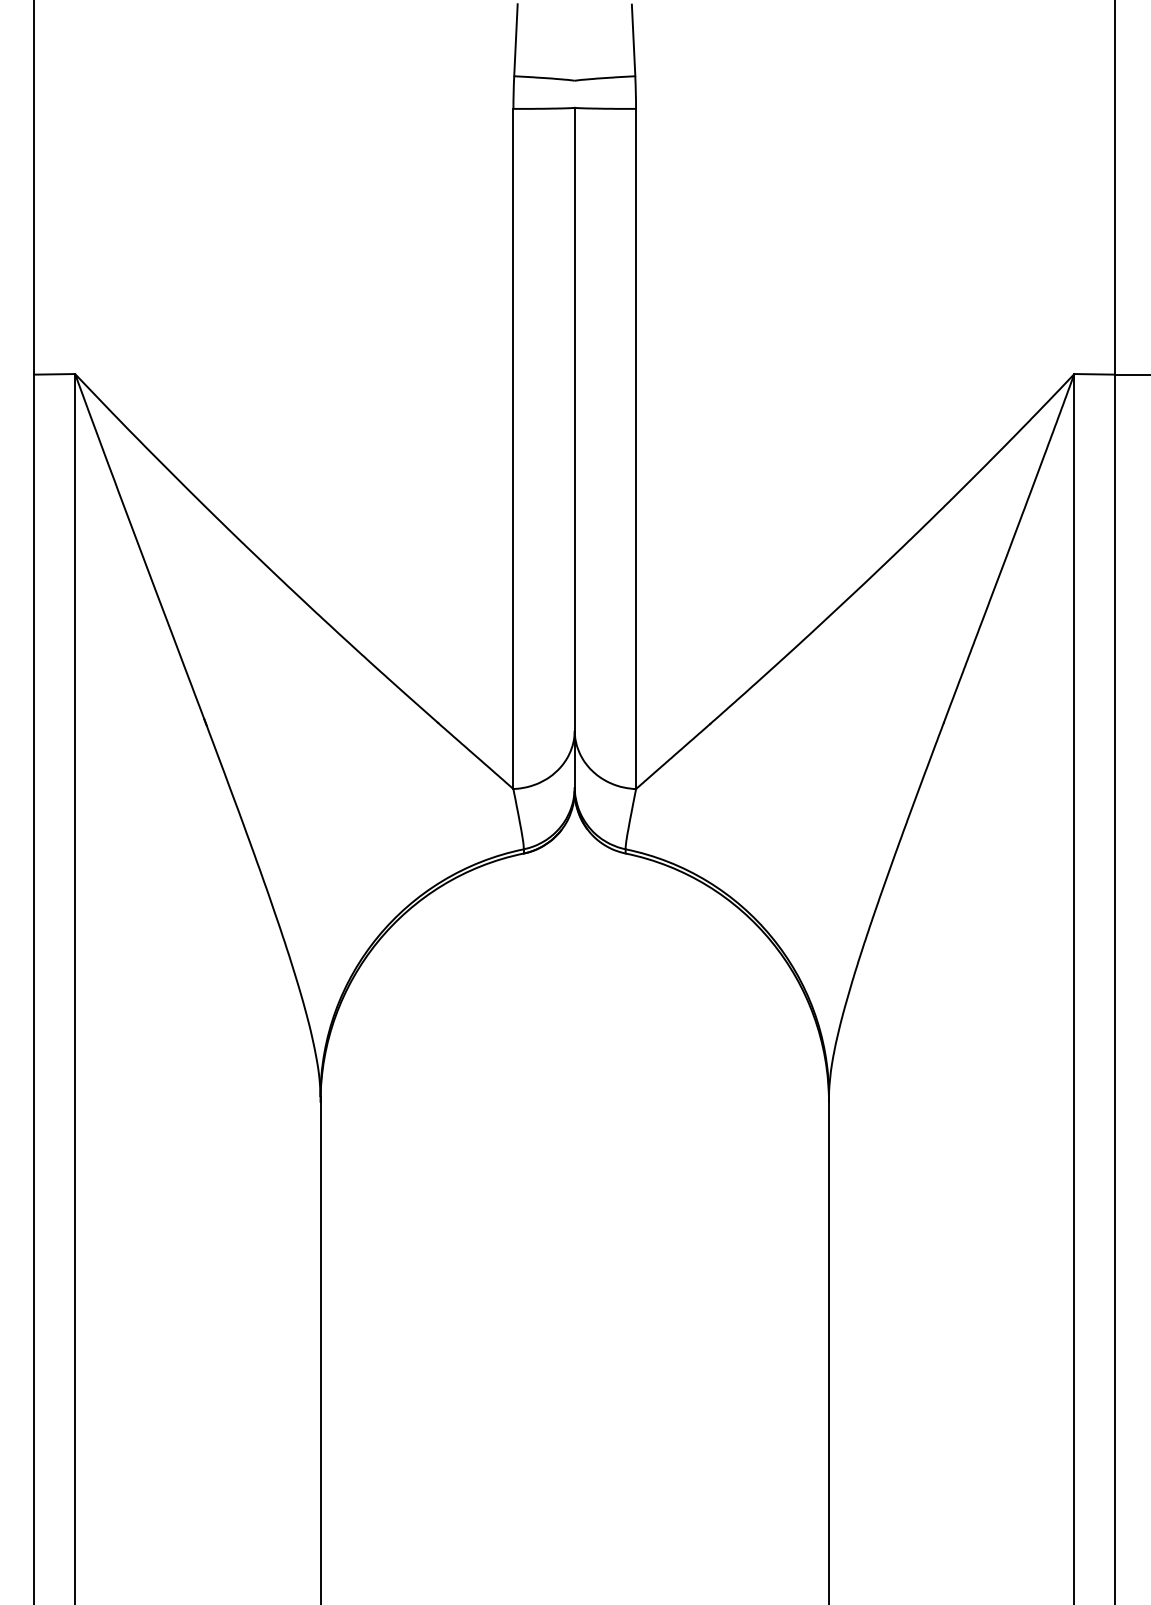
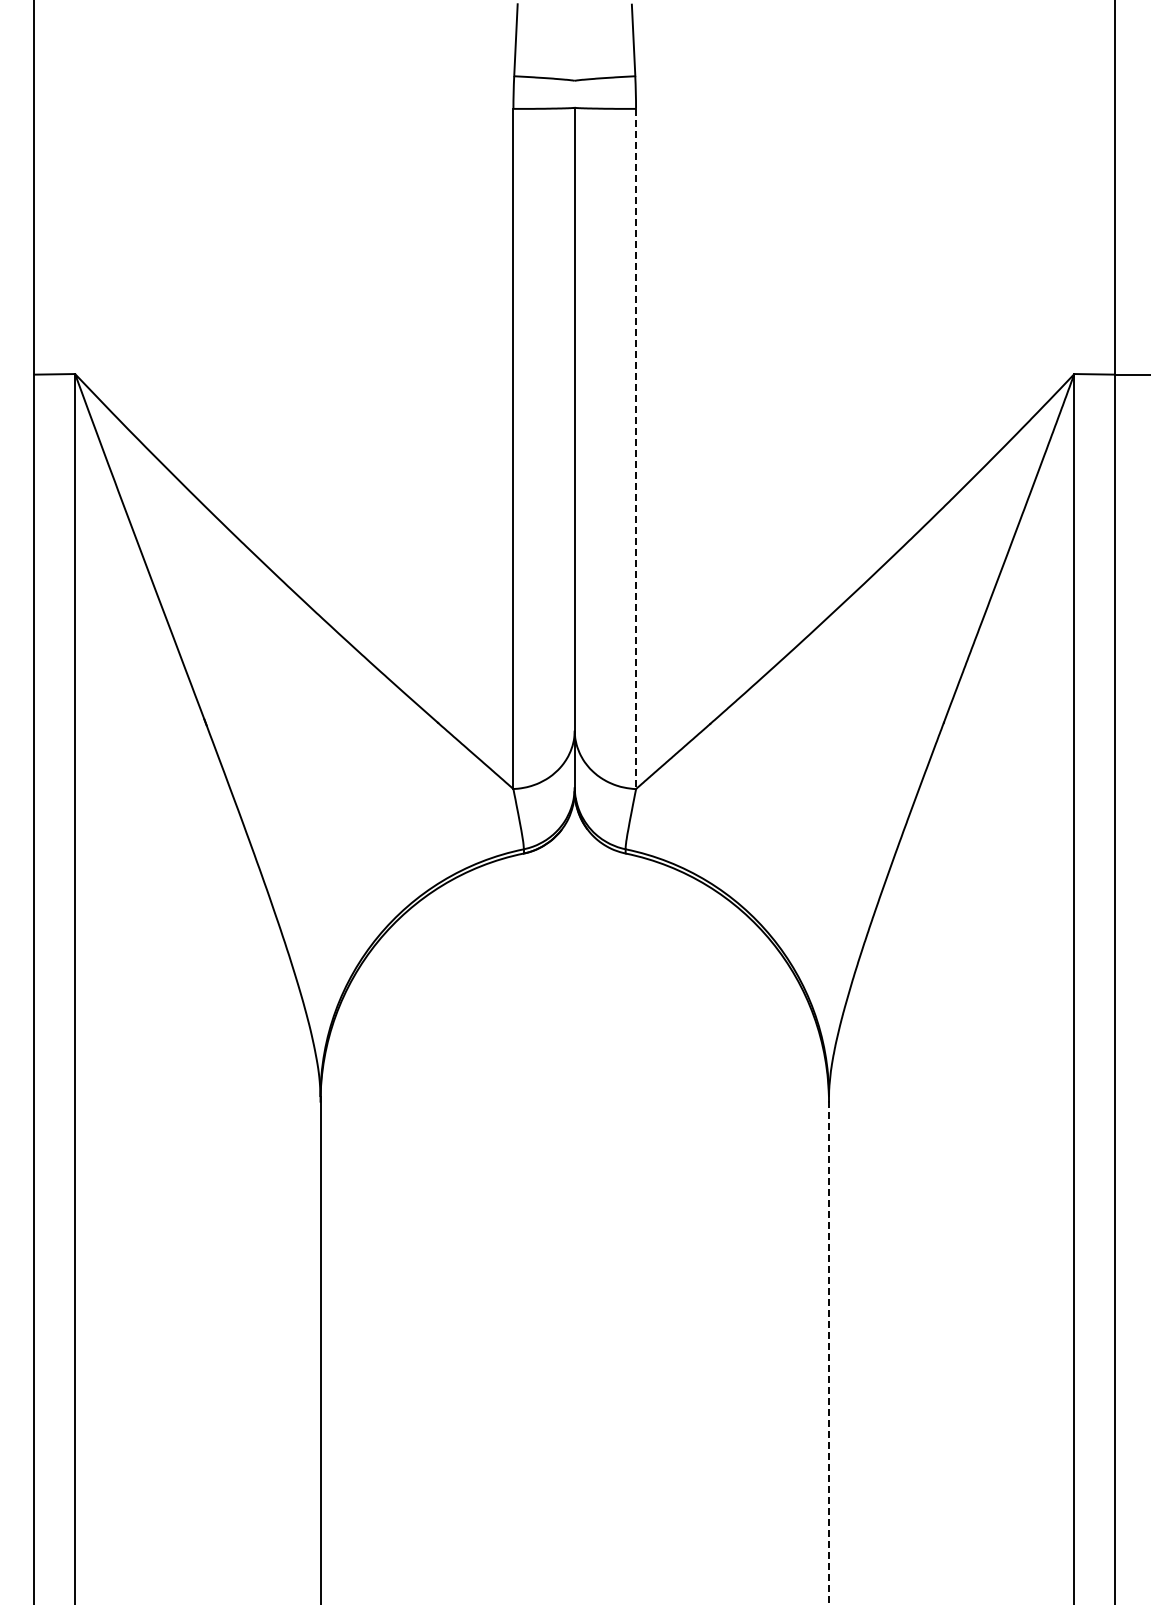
line at (636, 449): solid -> dashed
line at (829, 1350): solid -> dashed
